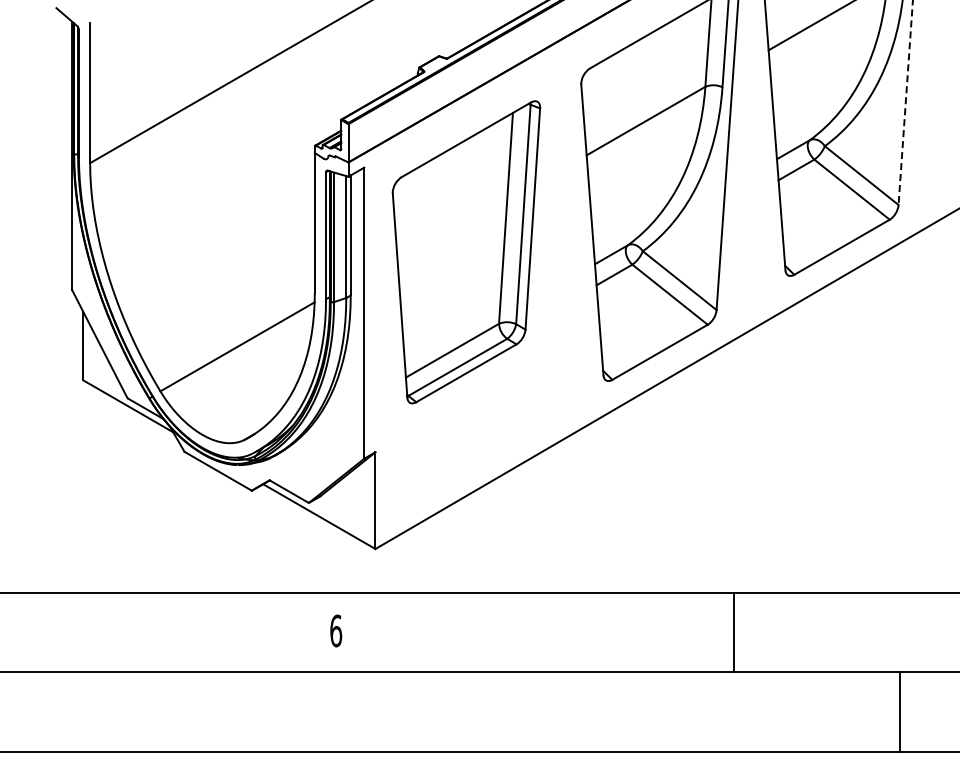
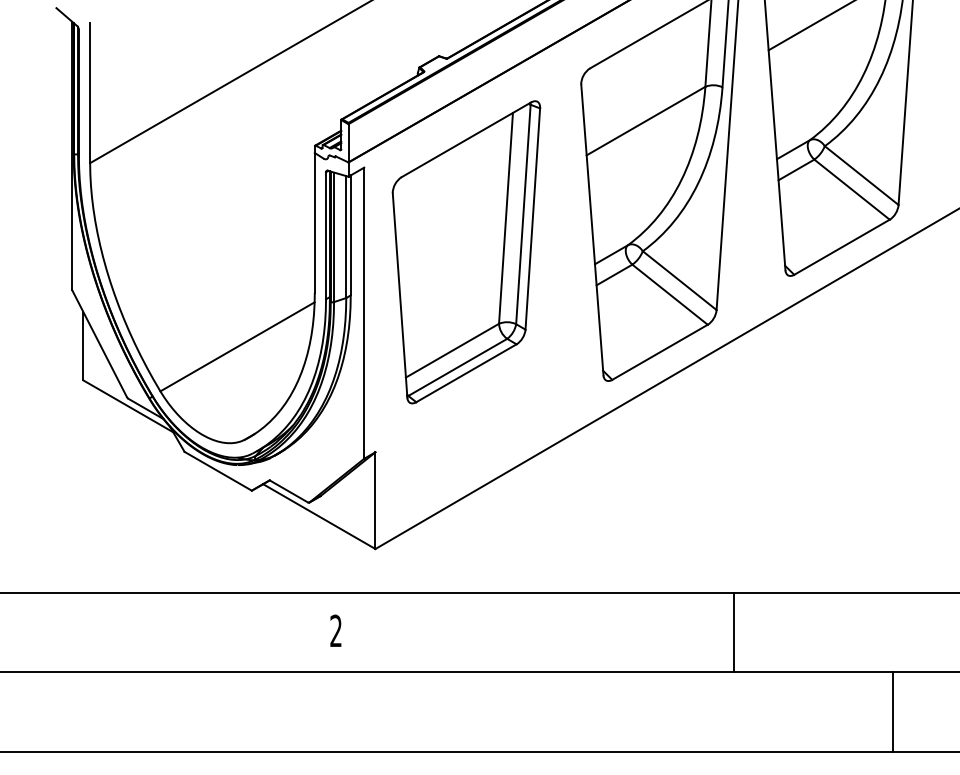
line at (905, 102): dashed -> solid
text at (336, 630): 6 -> 2
line at (900, 711) position: (900, 711) -> (893, 711)
